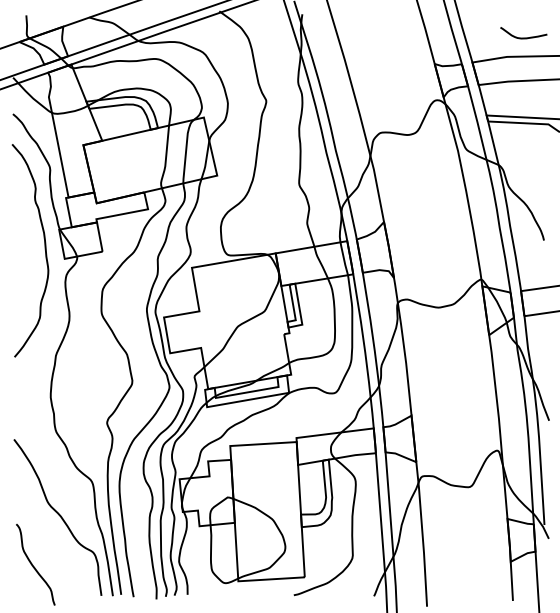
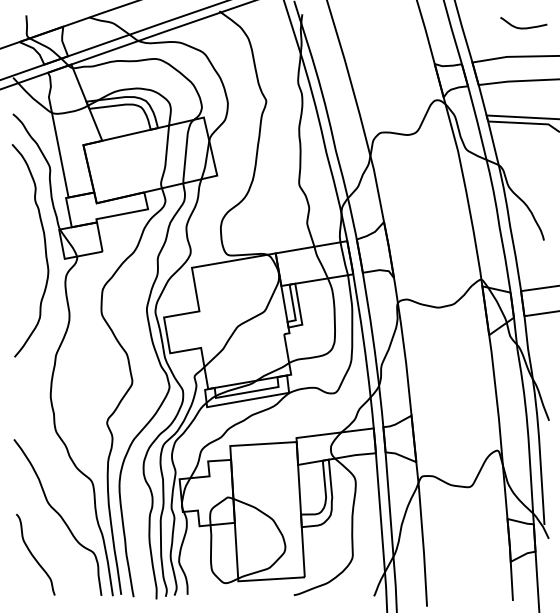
curve at (523, 37) position: (523, 37) -> (523, 27)
curve at (33, 565) position: (33, 565) -> (33, 555)
